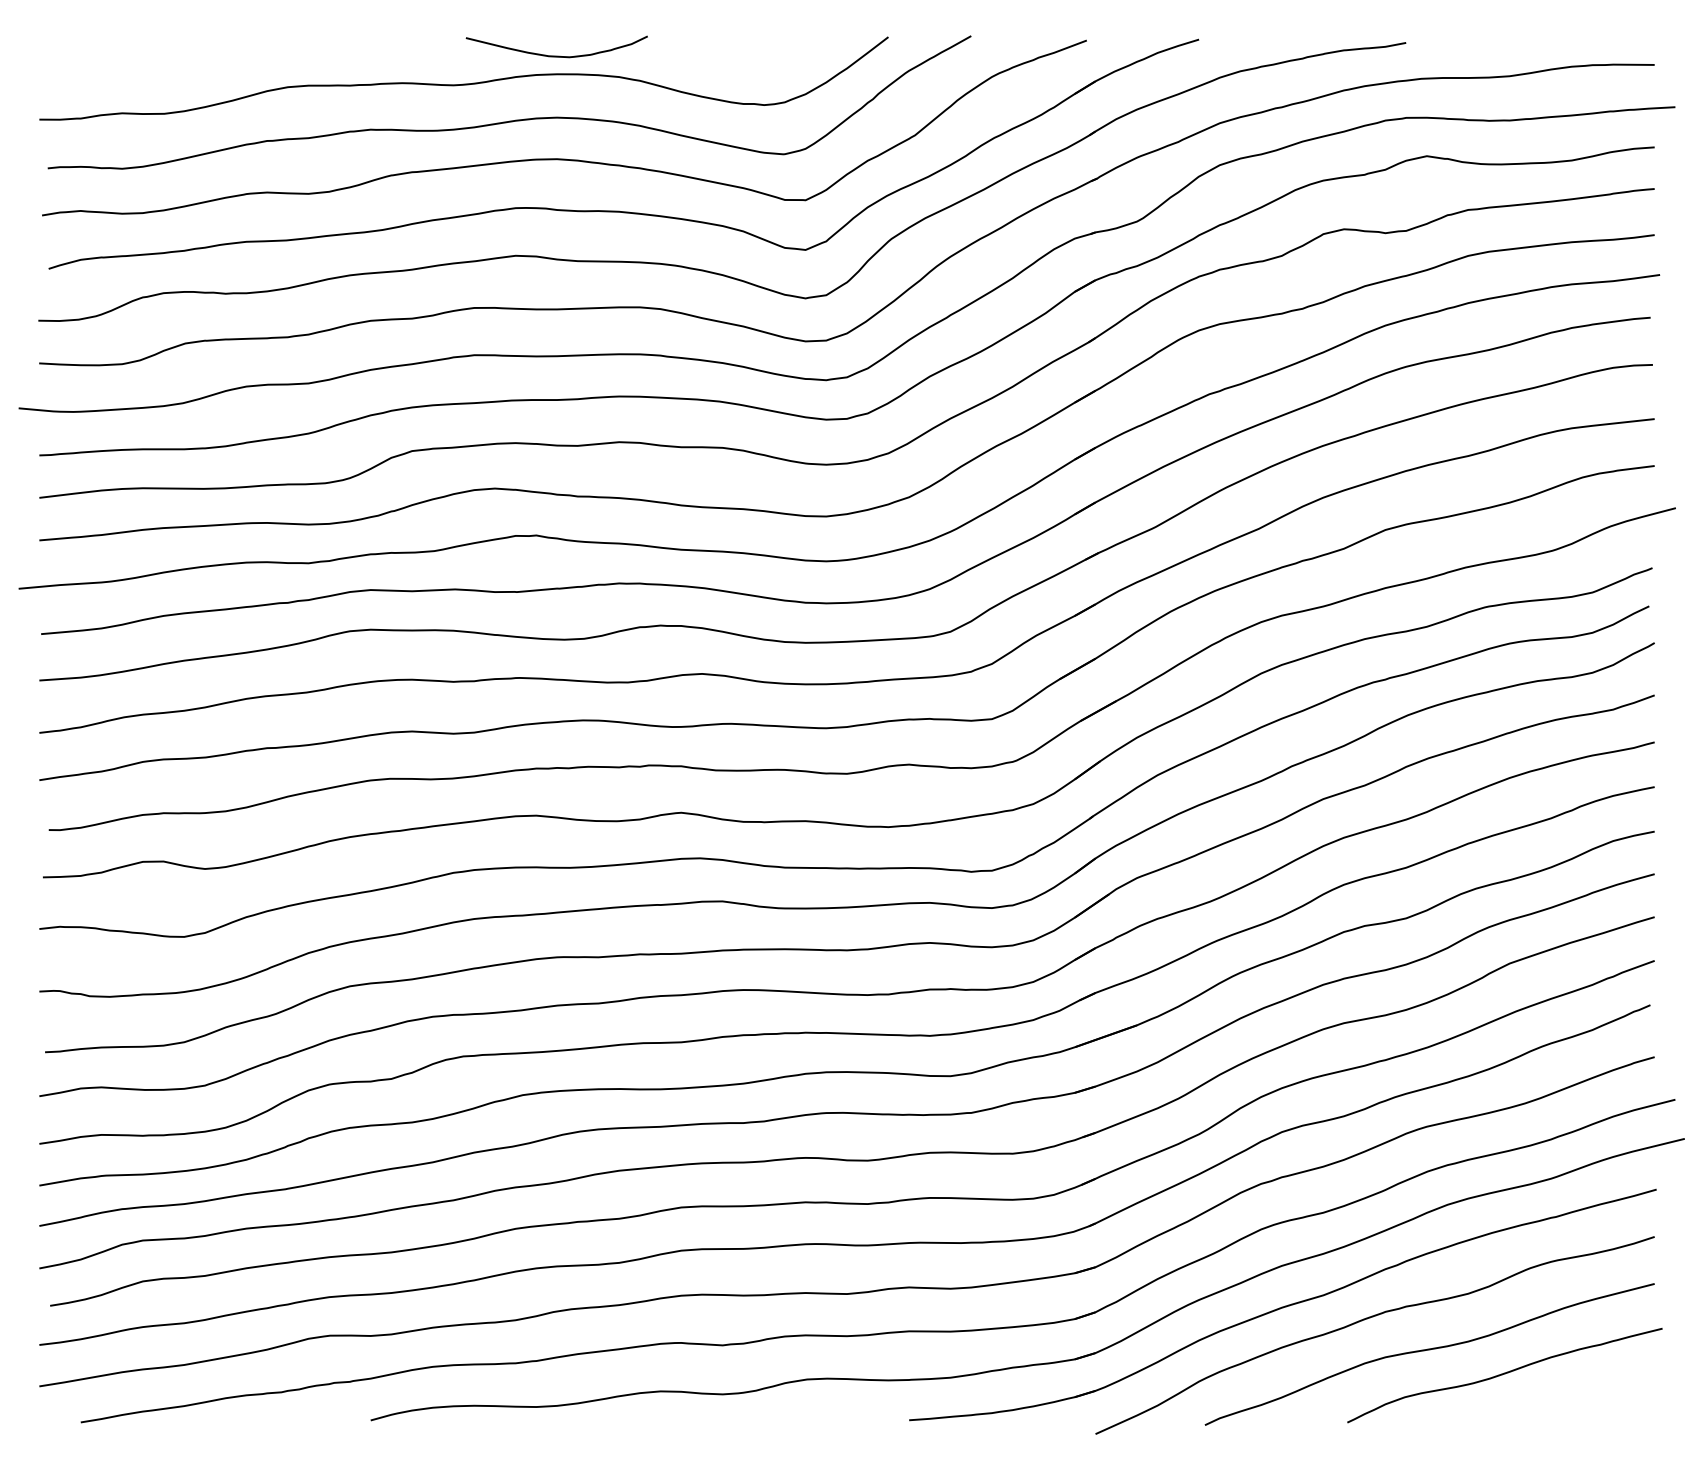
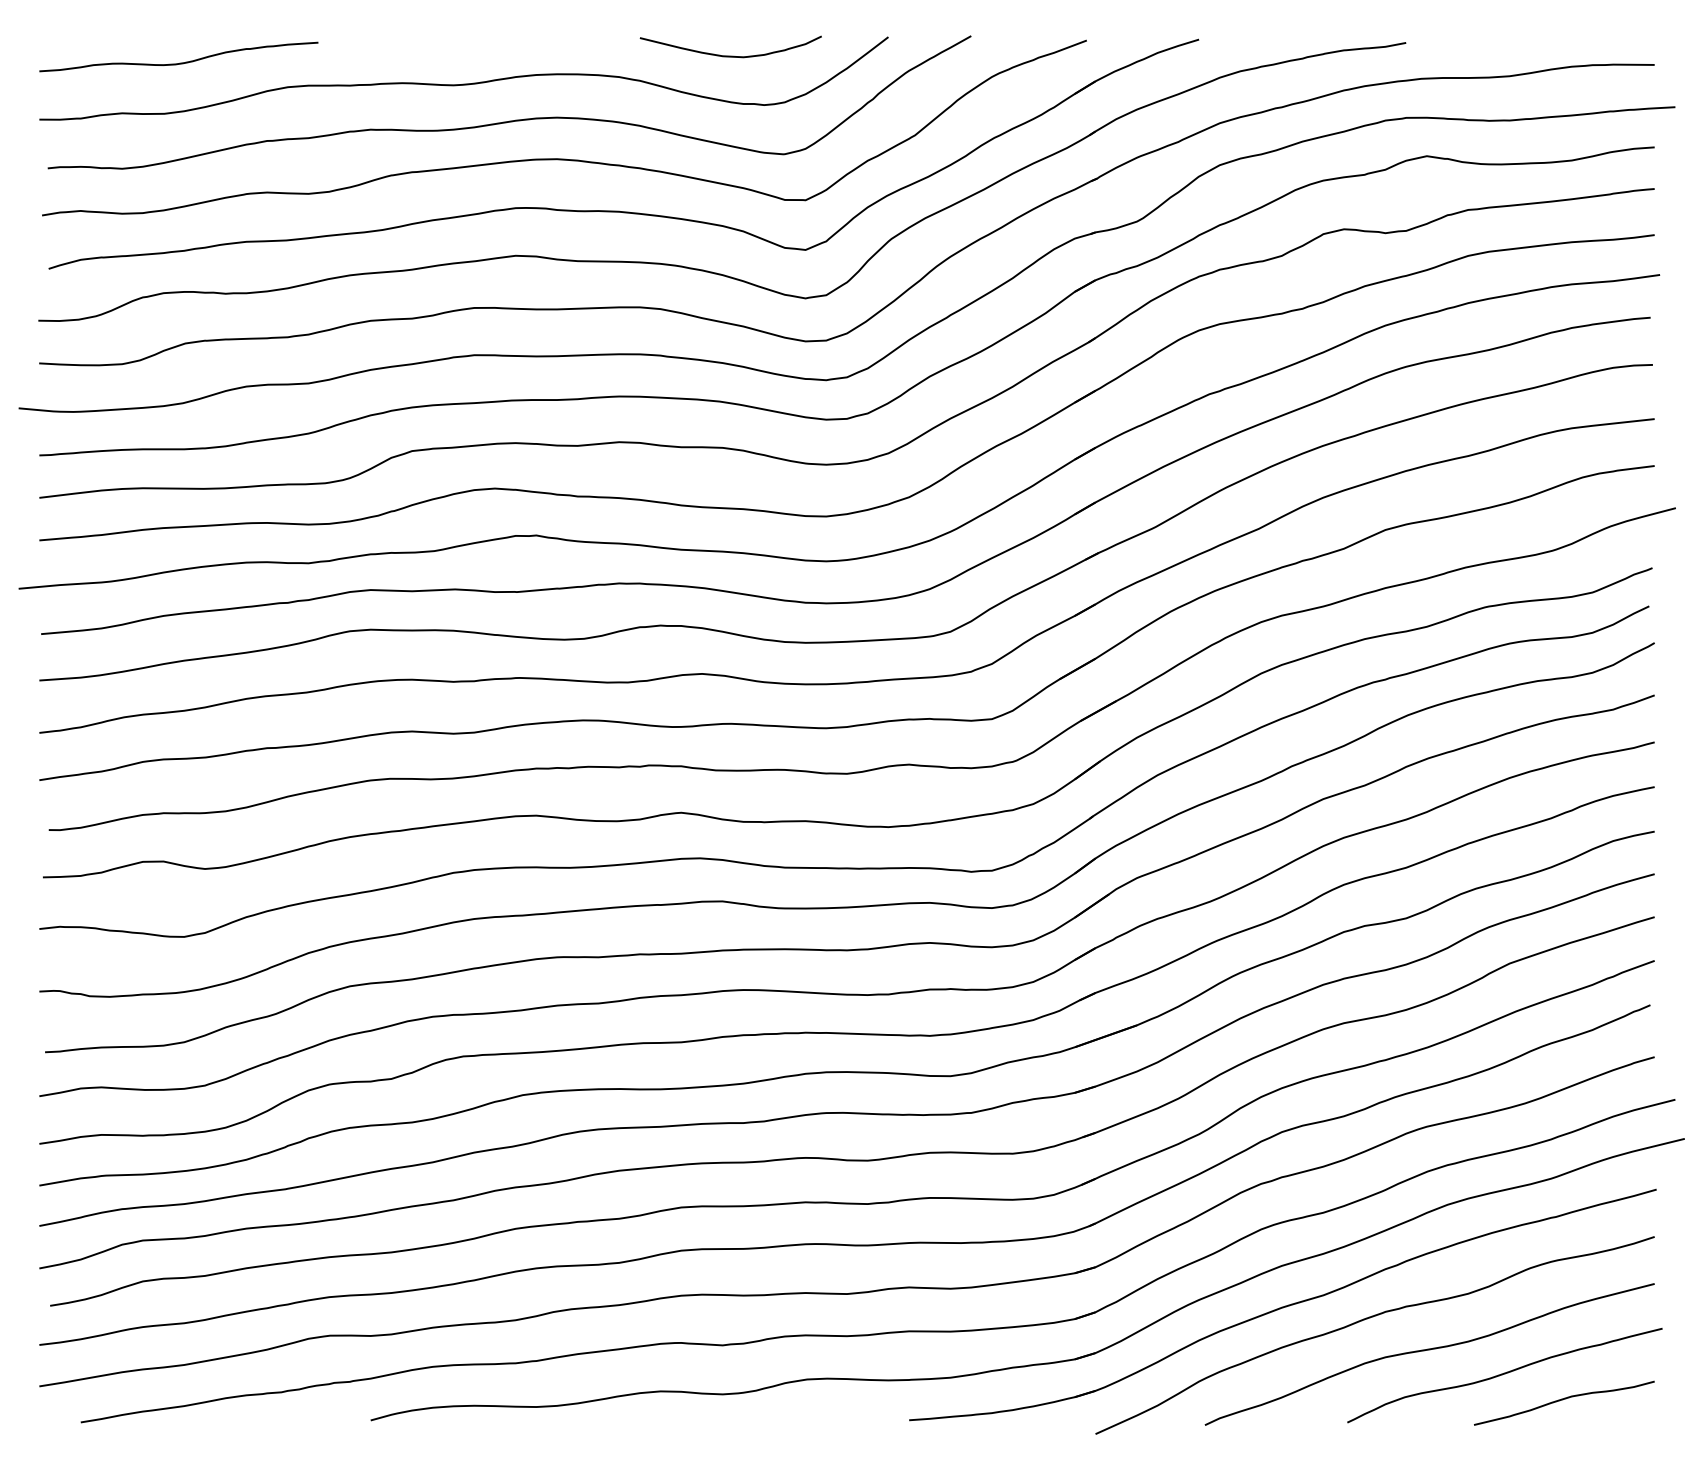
curve at (556, 55) position: (556, 55) -> (730, 55)
curve at (179, 62): none -> present
curve at (1562, 1400): none -> present
